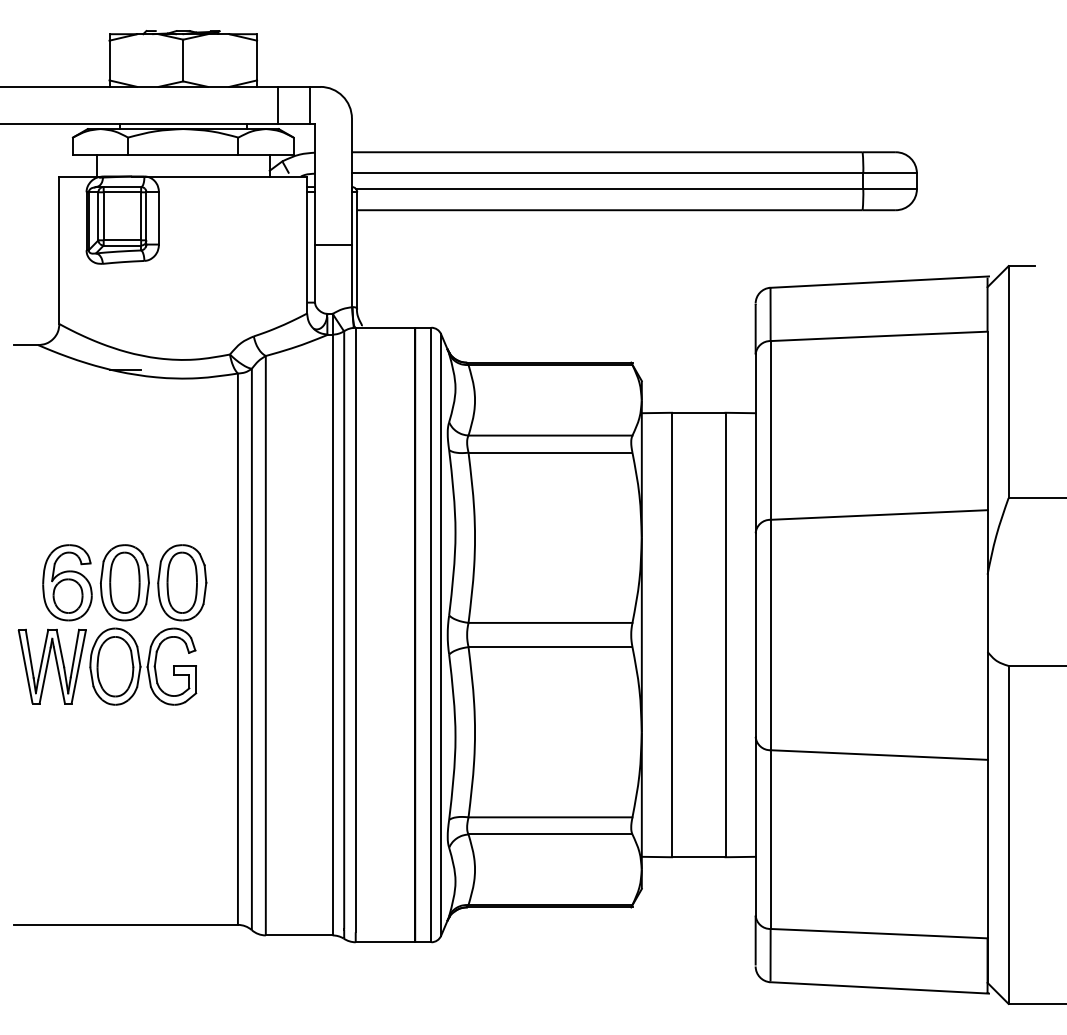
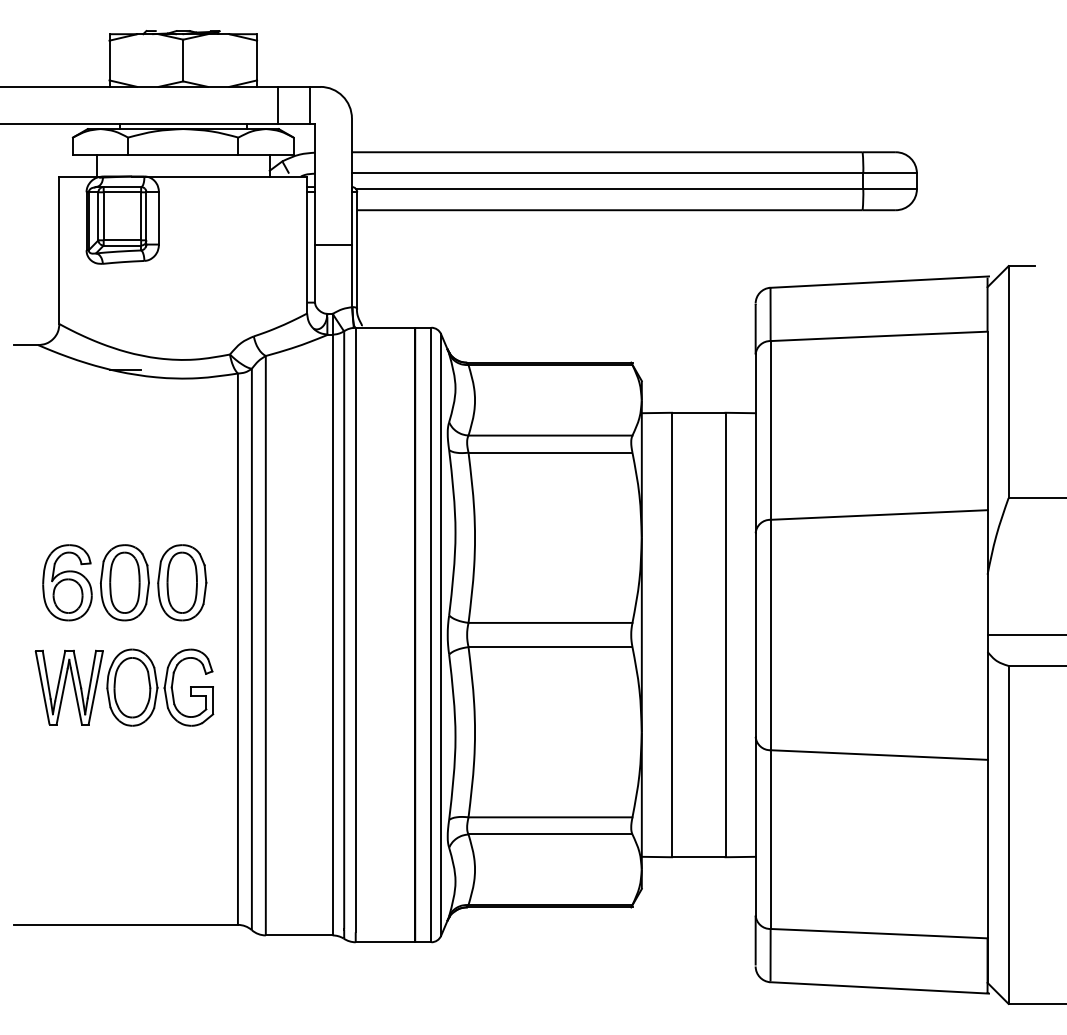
line at (1025, 635): none -> present
part at (107, 666) position: (107, 666) -> (124, 687)
